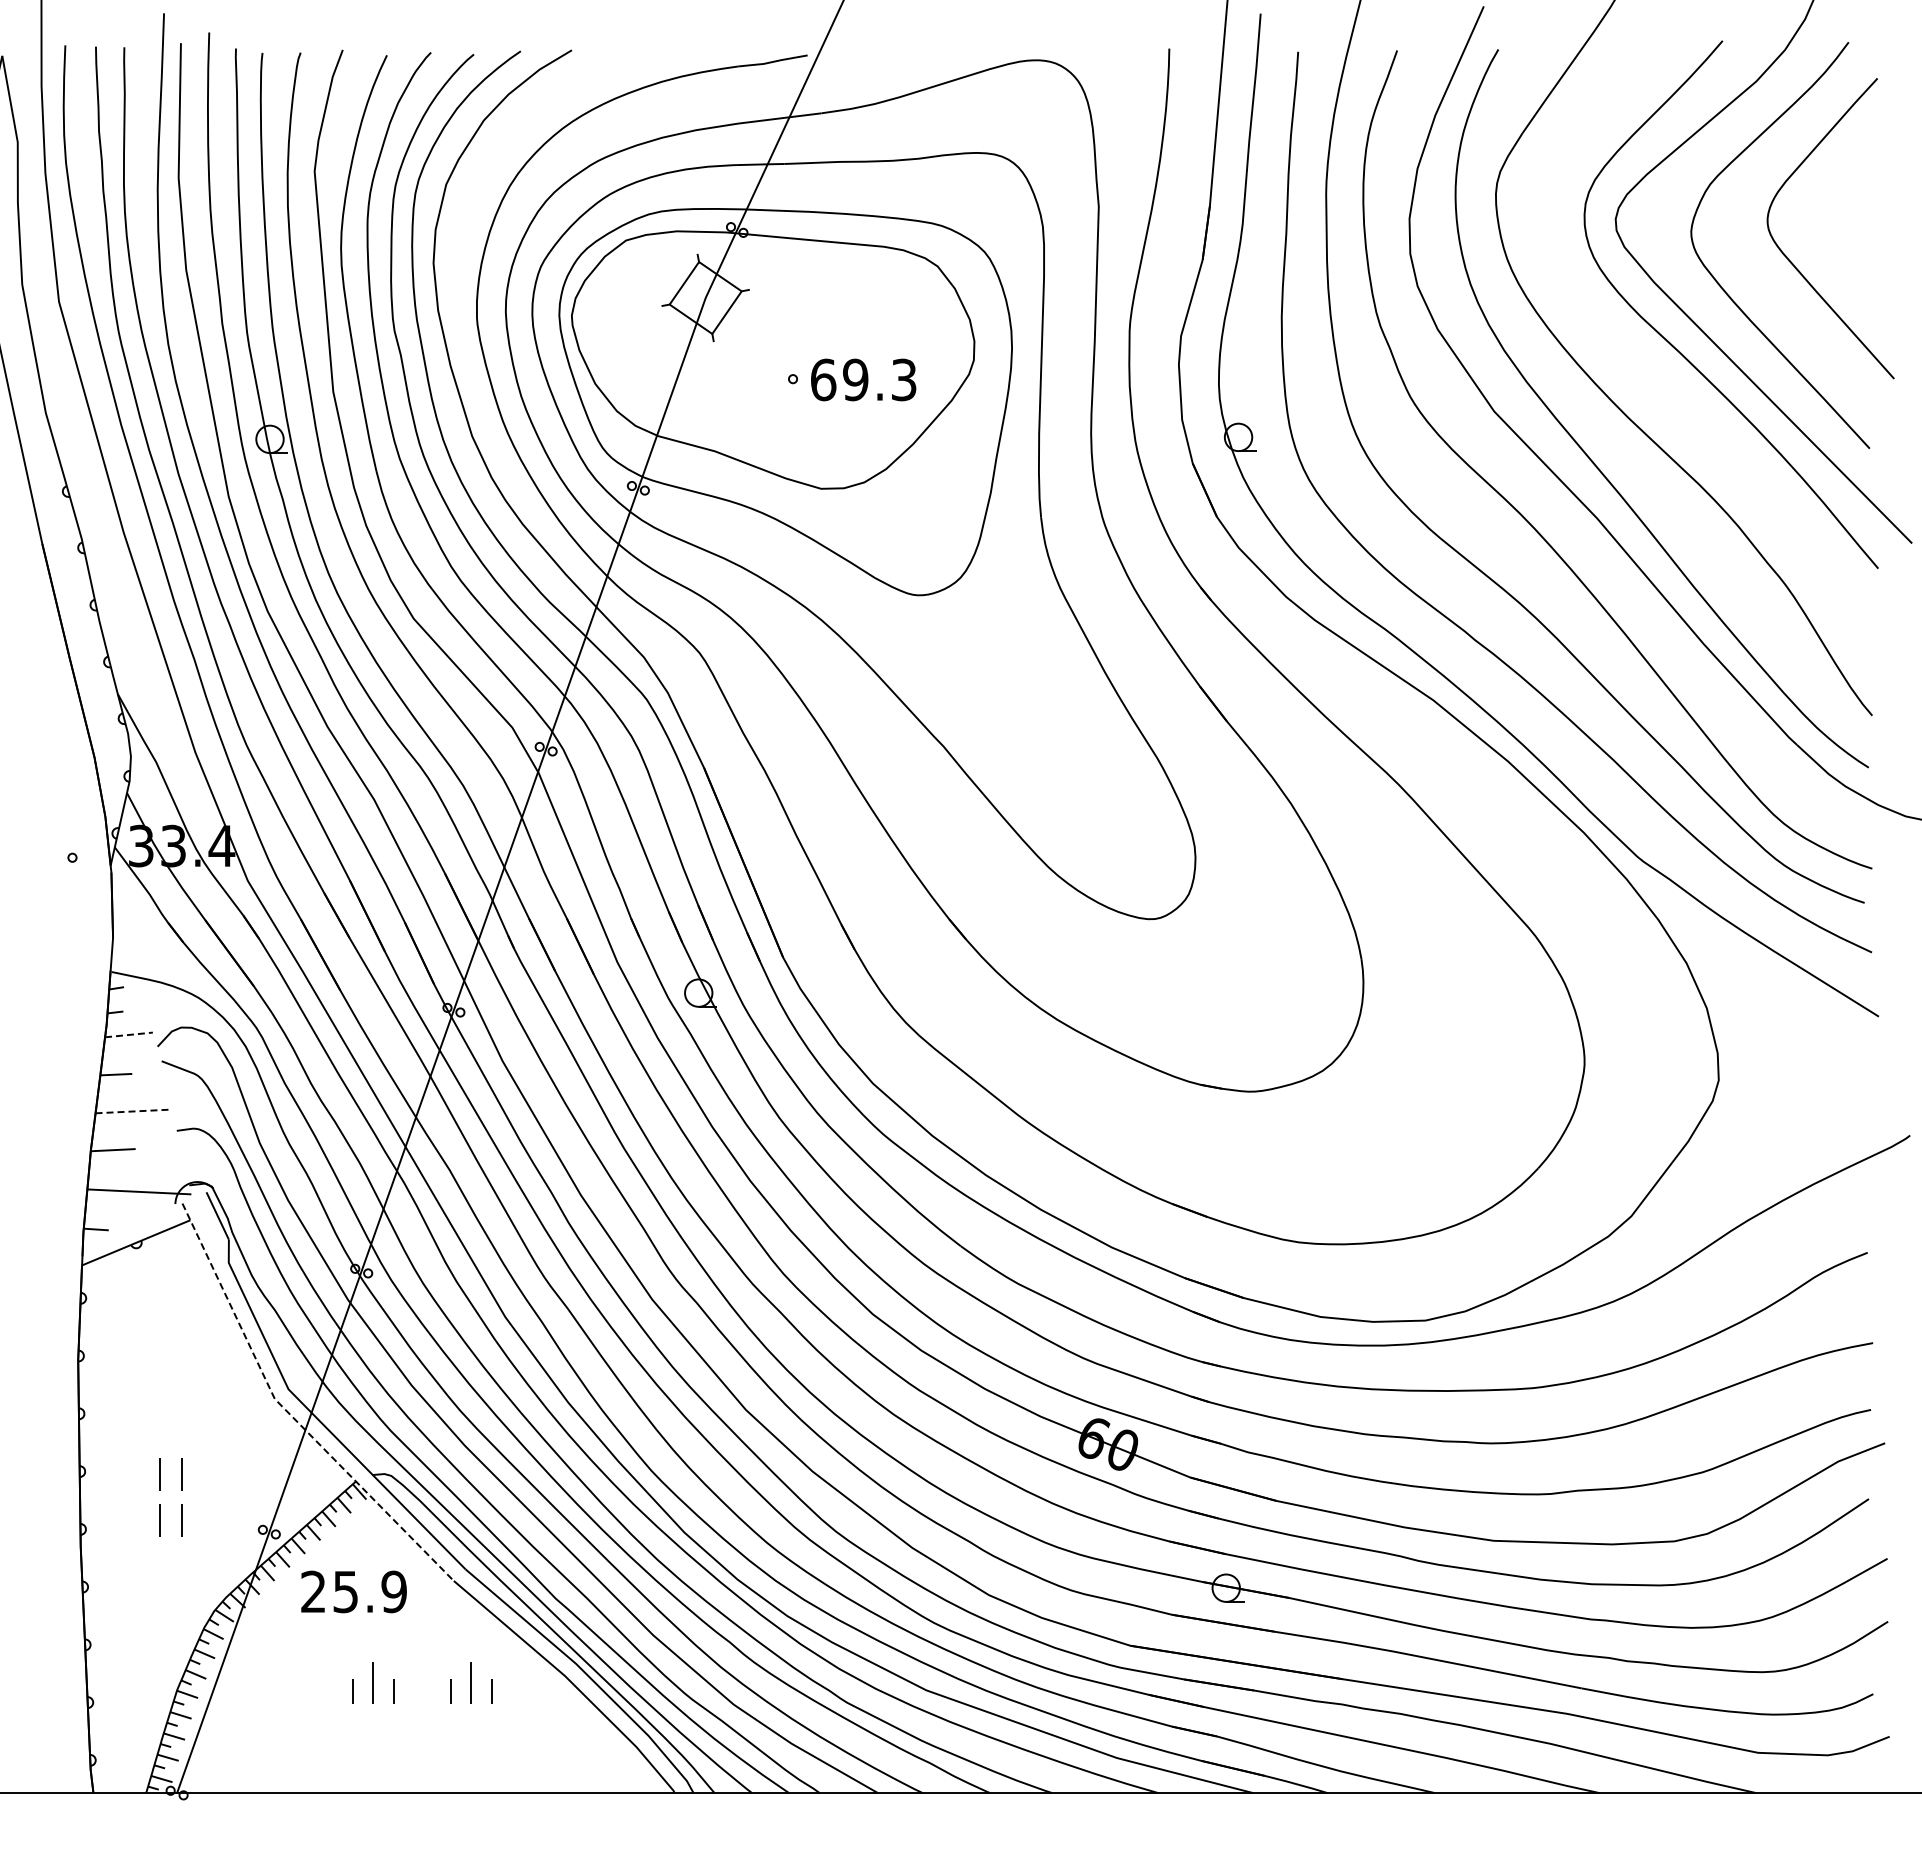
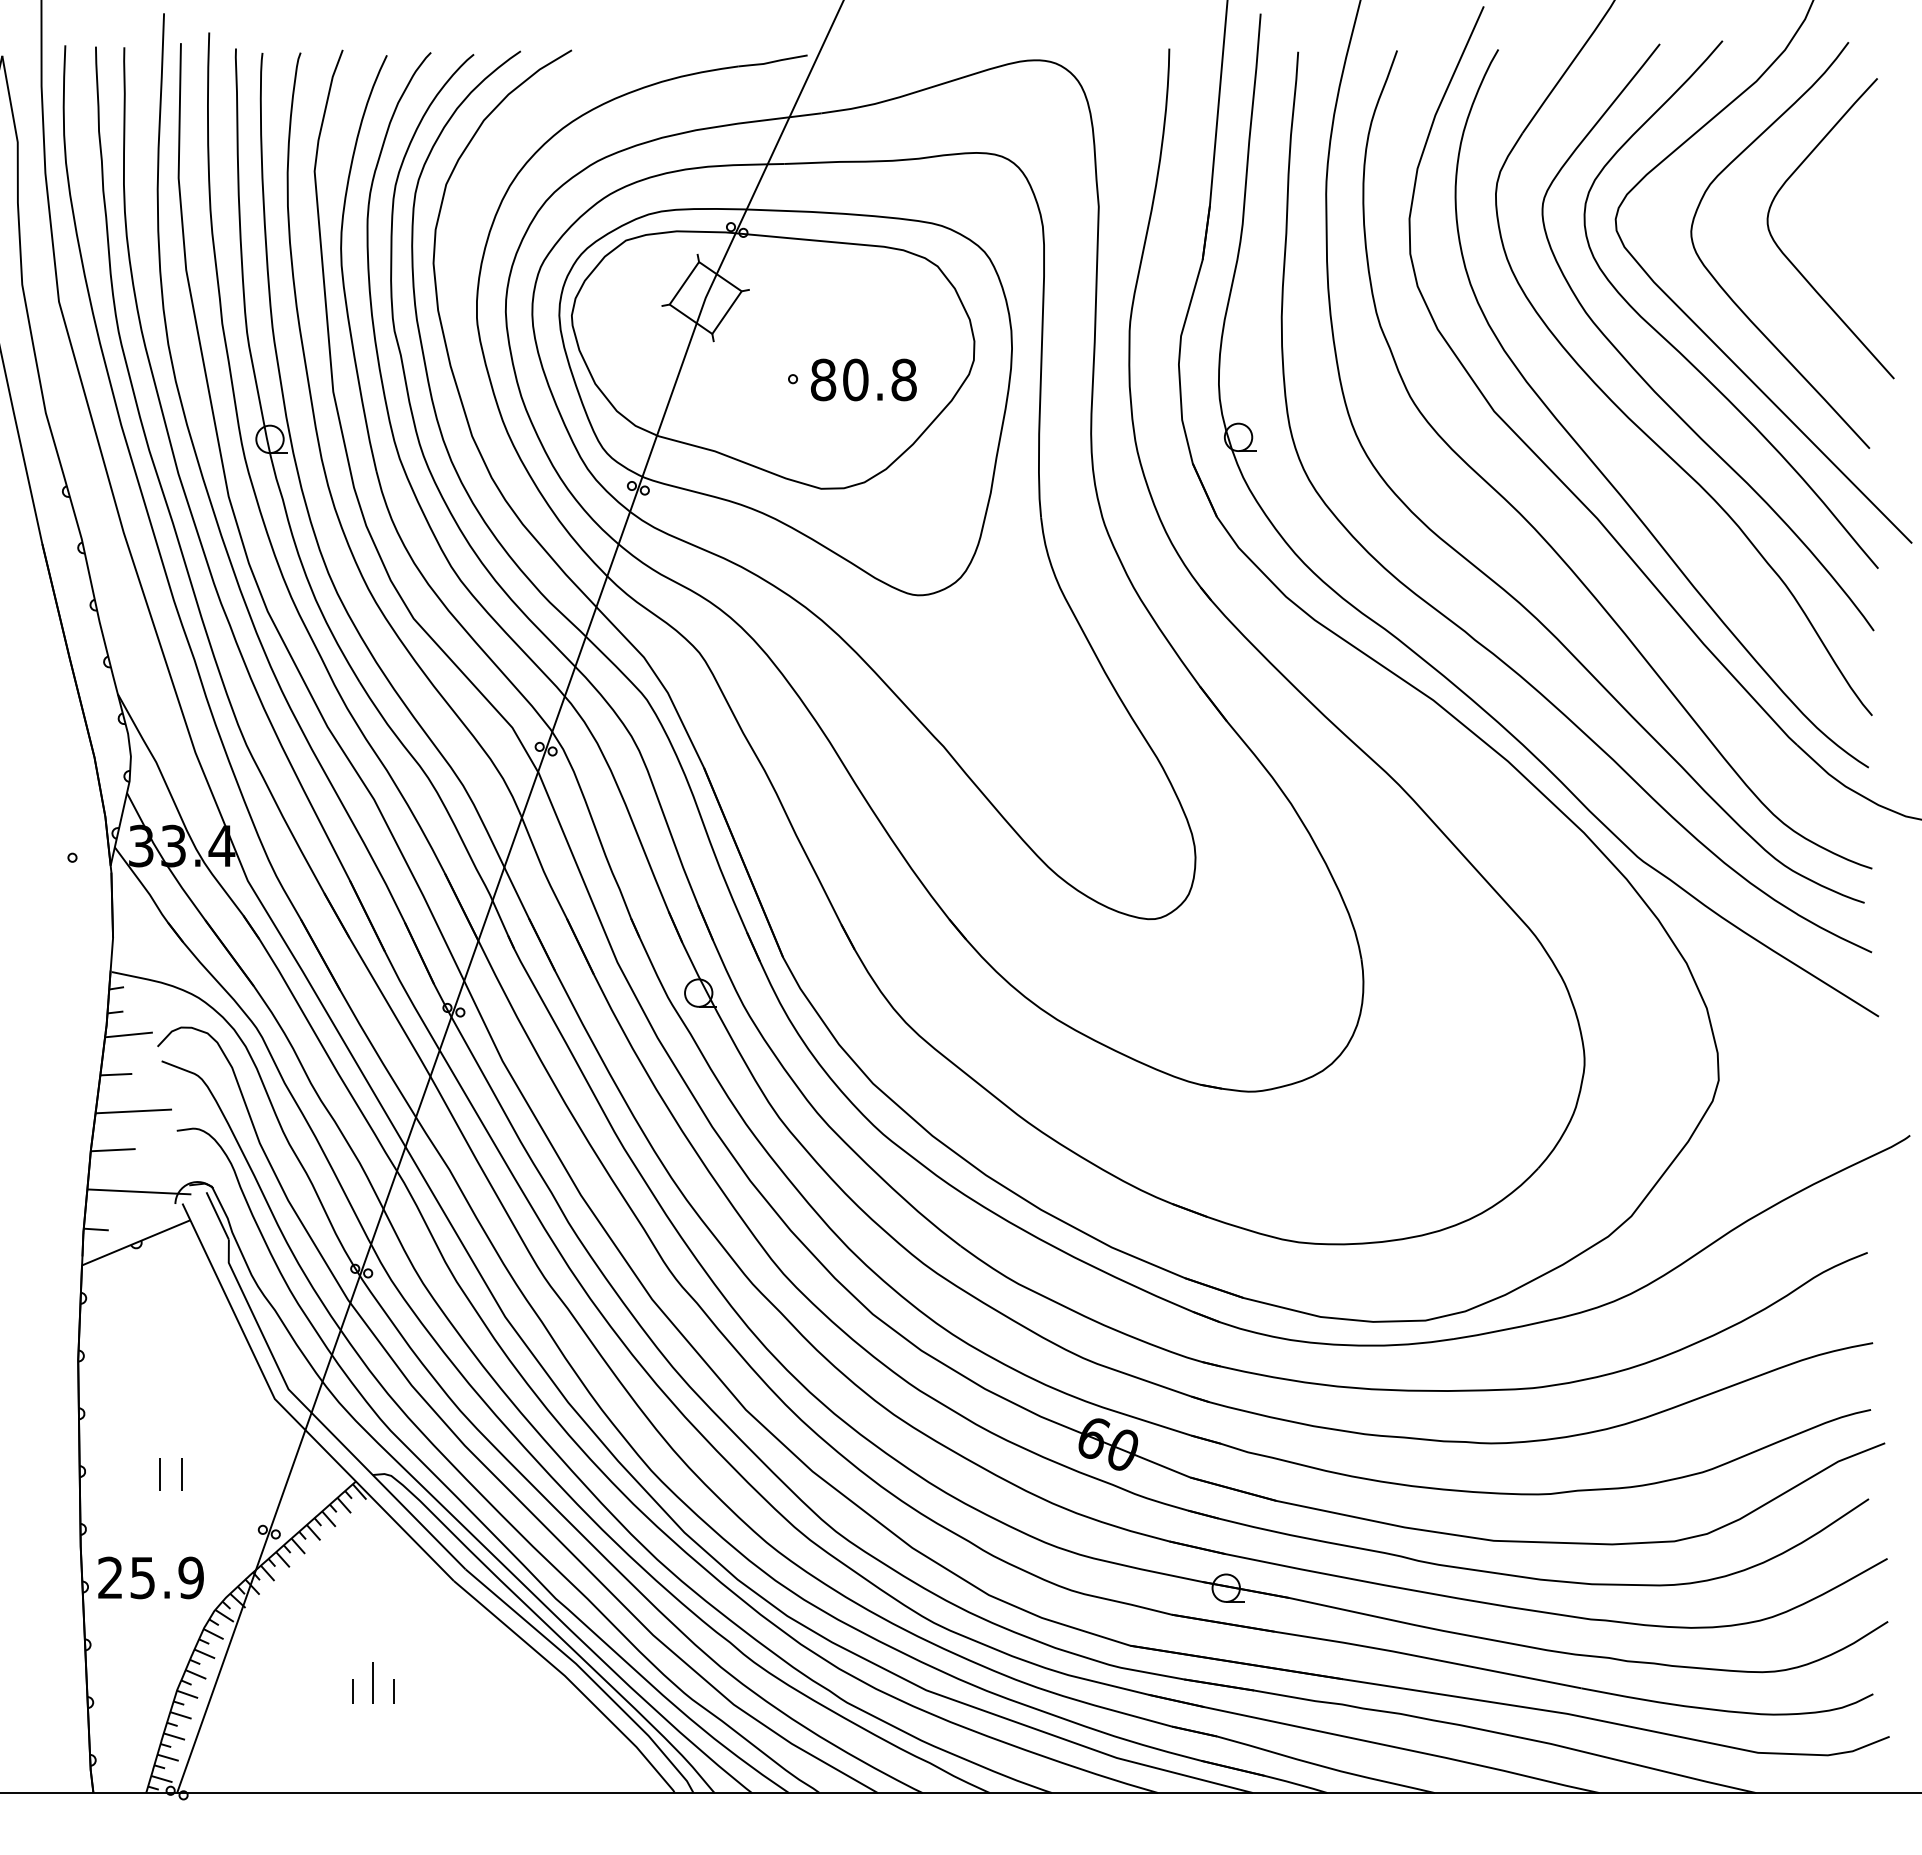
text at (863, 379): 69.3 -> 80.8
curve at (1653, 388): none -> present
line at (129, 1034): dashed -> solid
line at (134, 1111): dashed -> solid
line at (288, 1412): dashed -> solid
part at (160, 1520): present -> none
text at (353, 1591) position: (353, 1591) -> (150, 1577)
part at (471, 1682): present -> none
